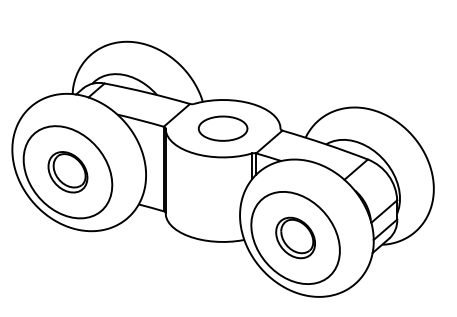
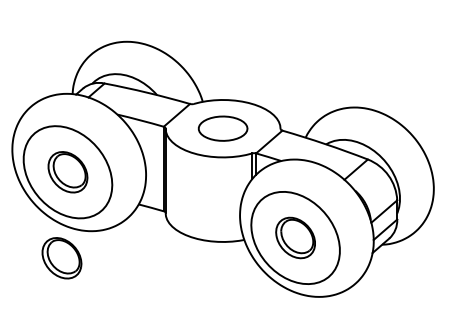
part at (61, 258): none -> present
